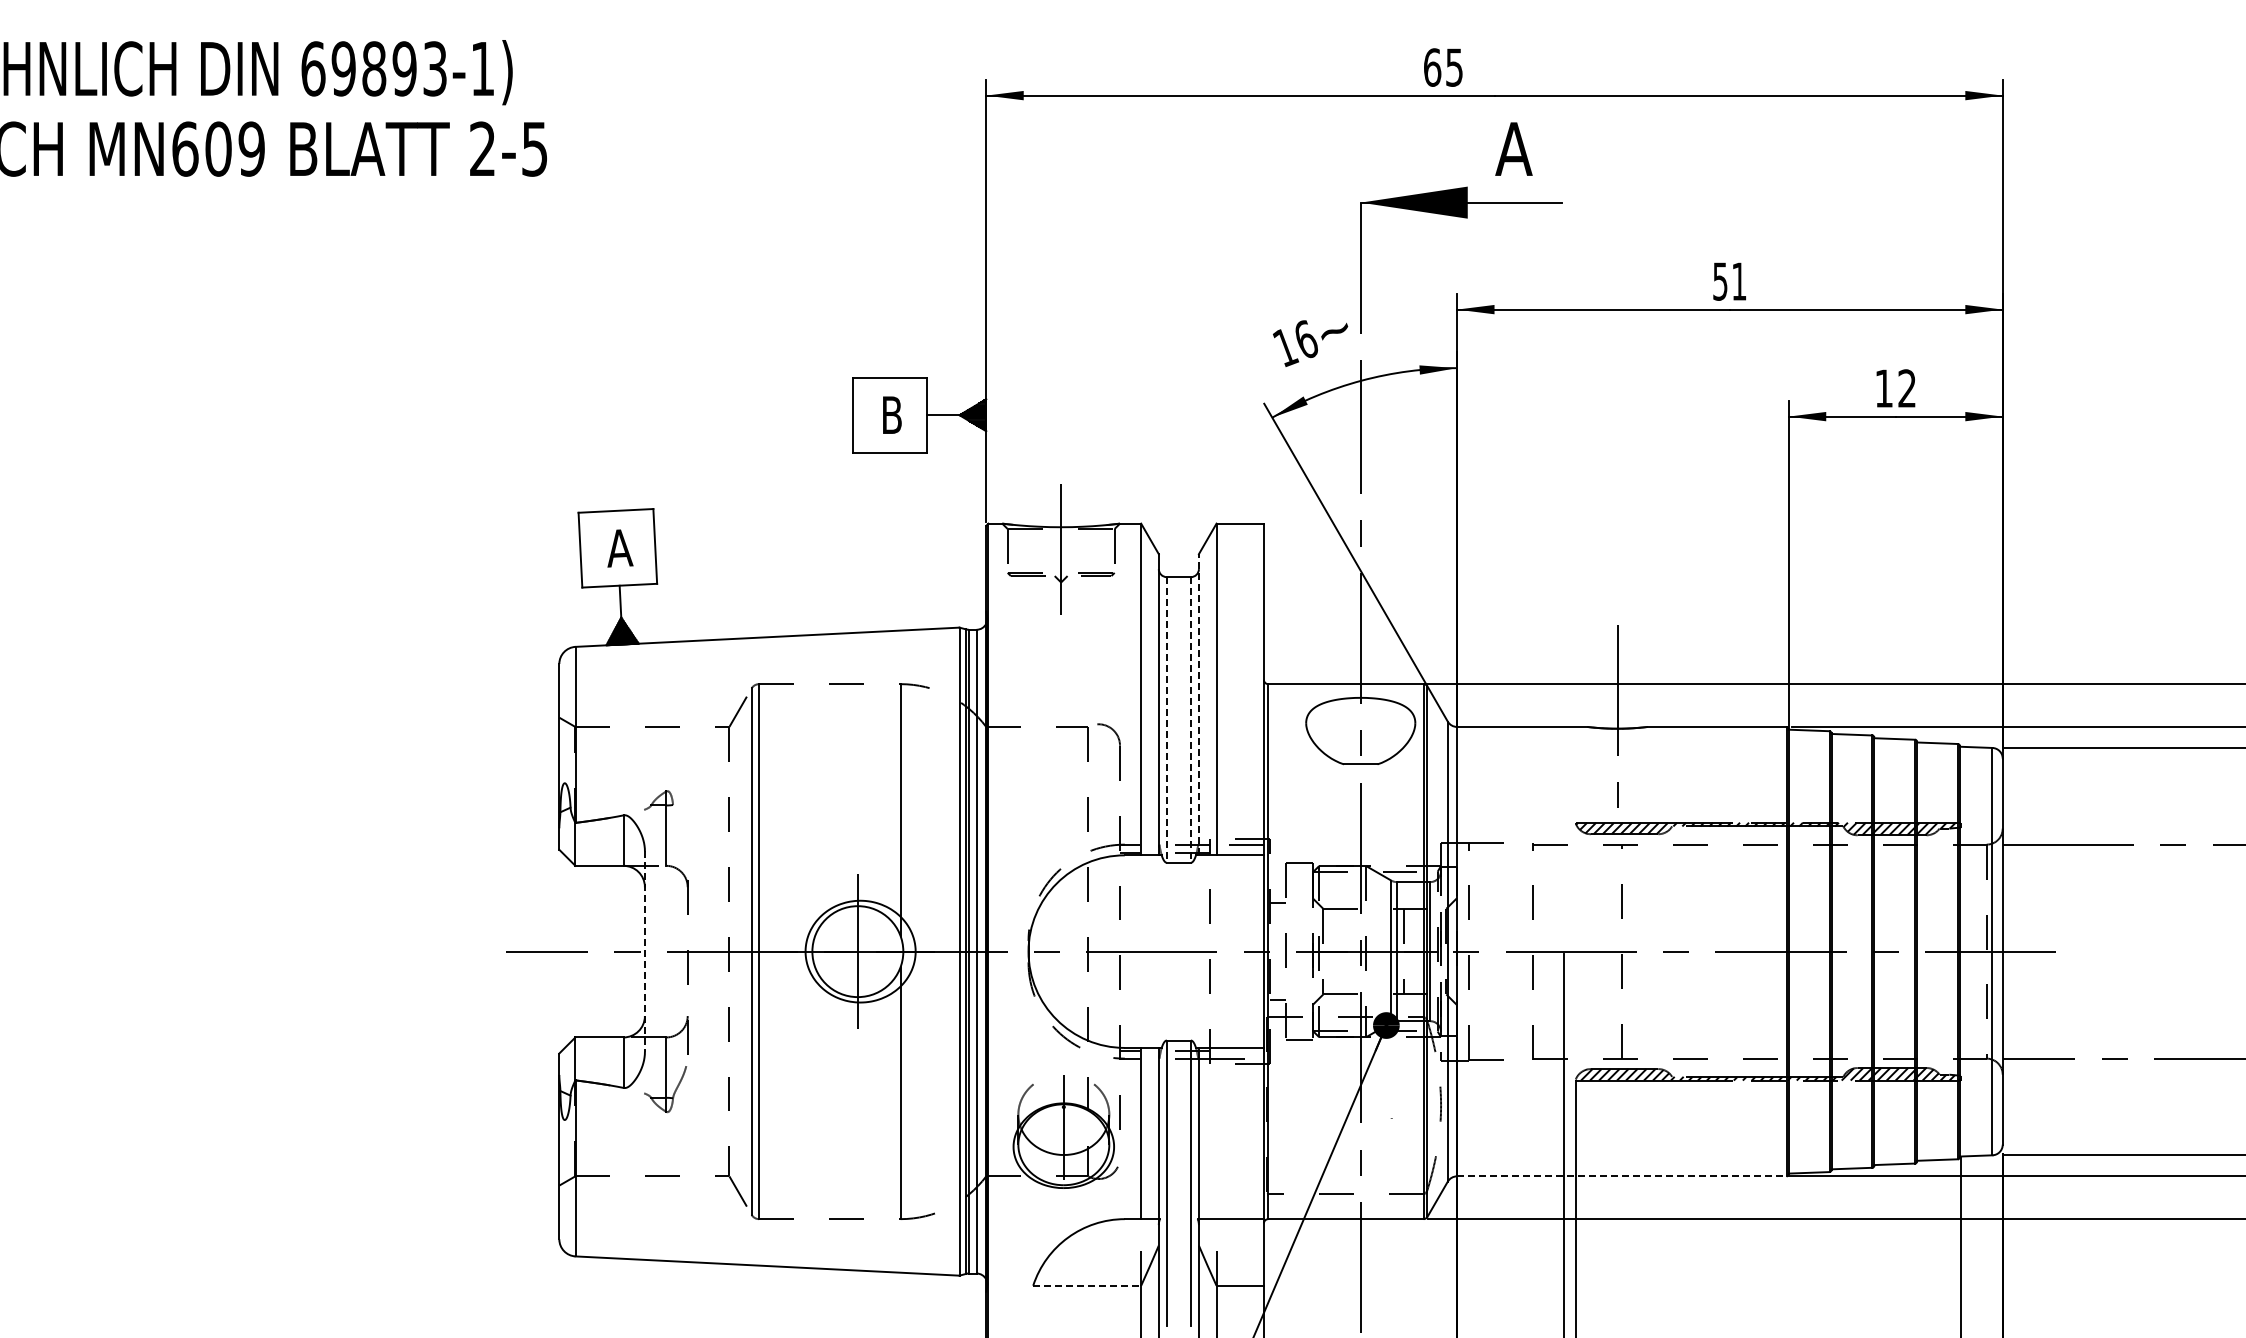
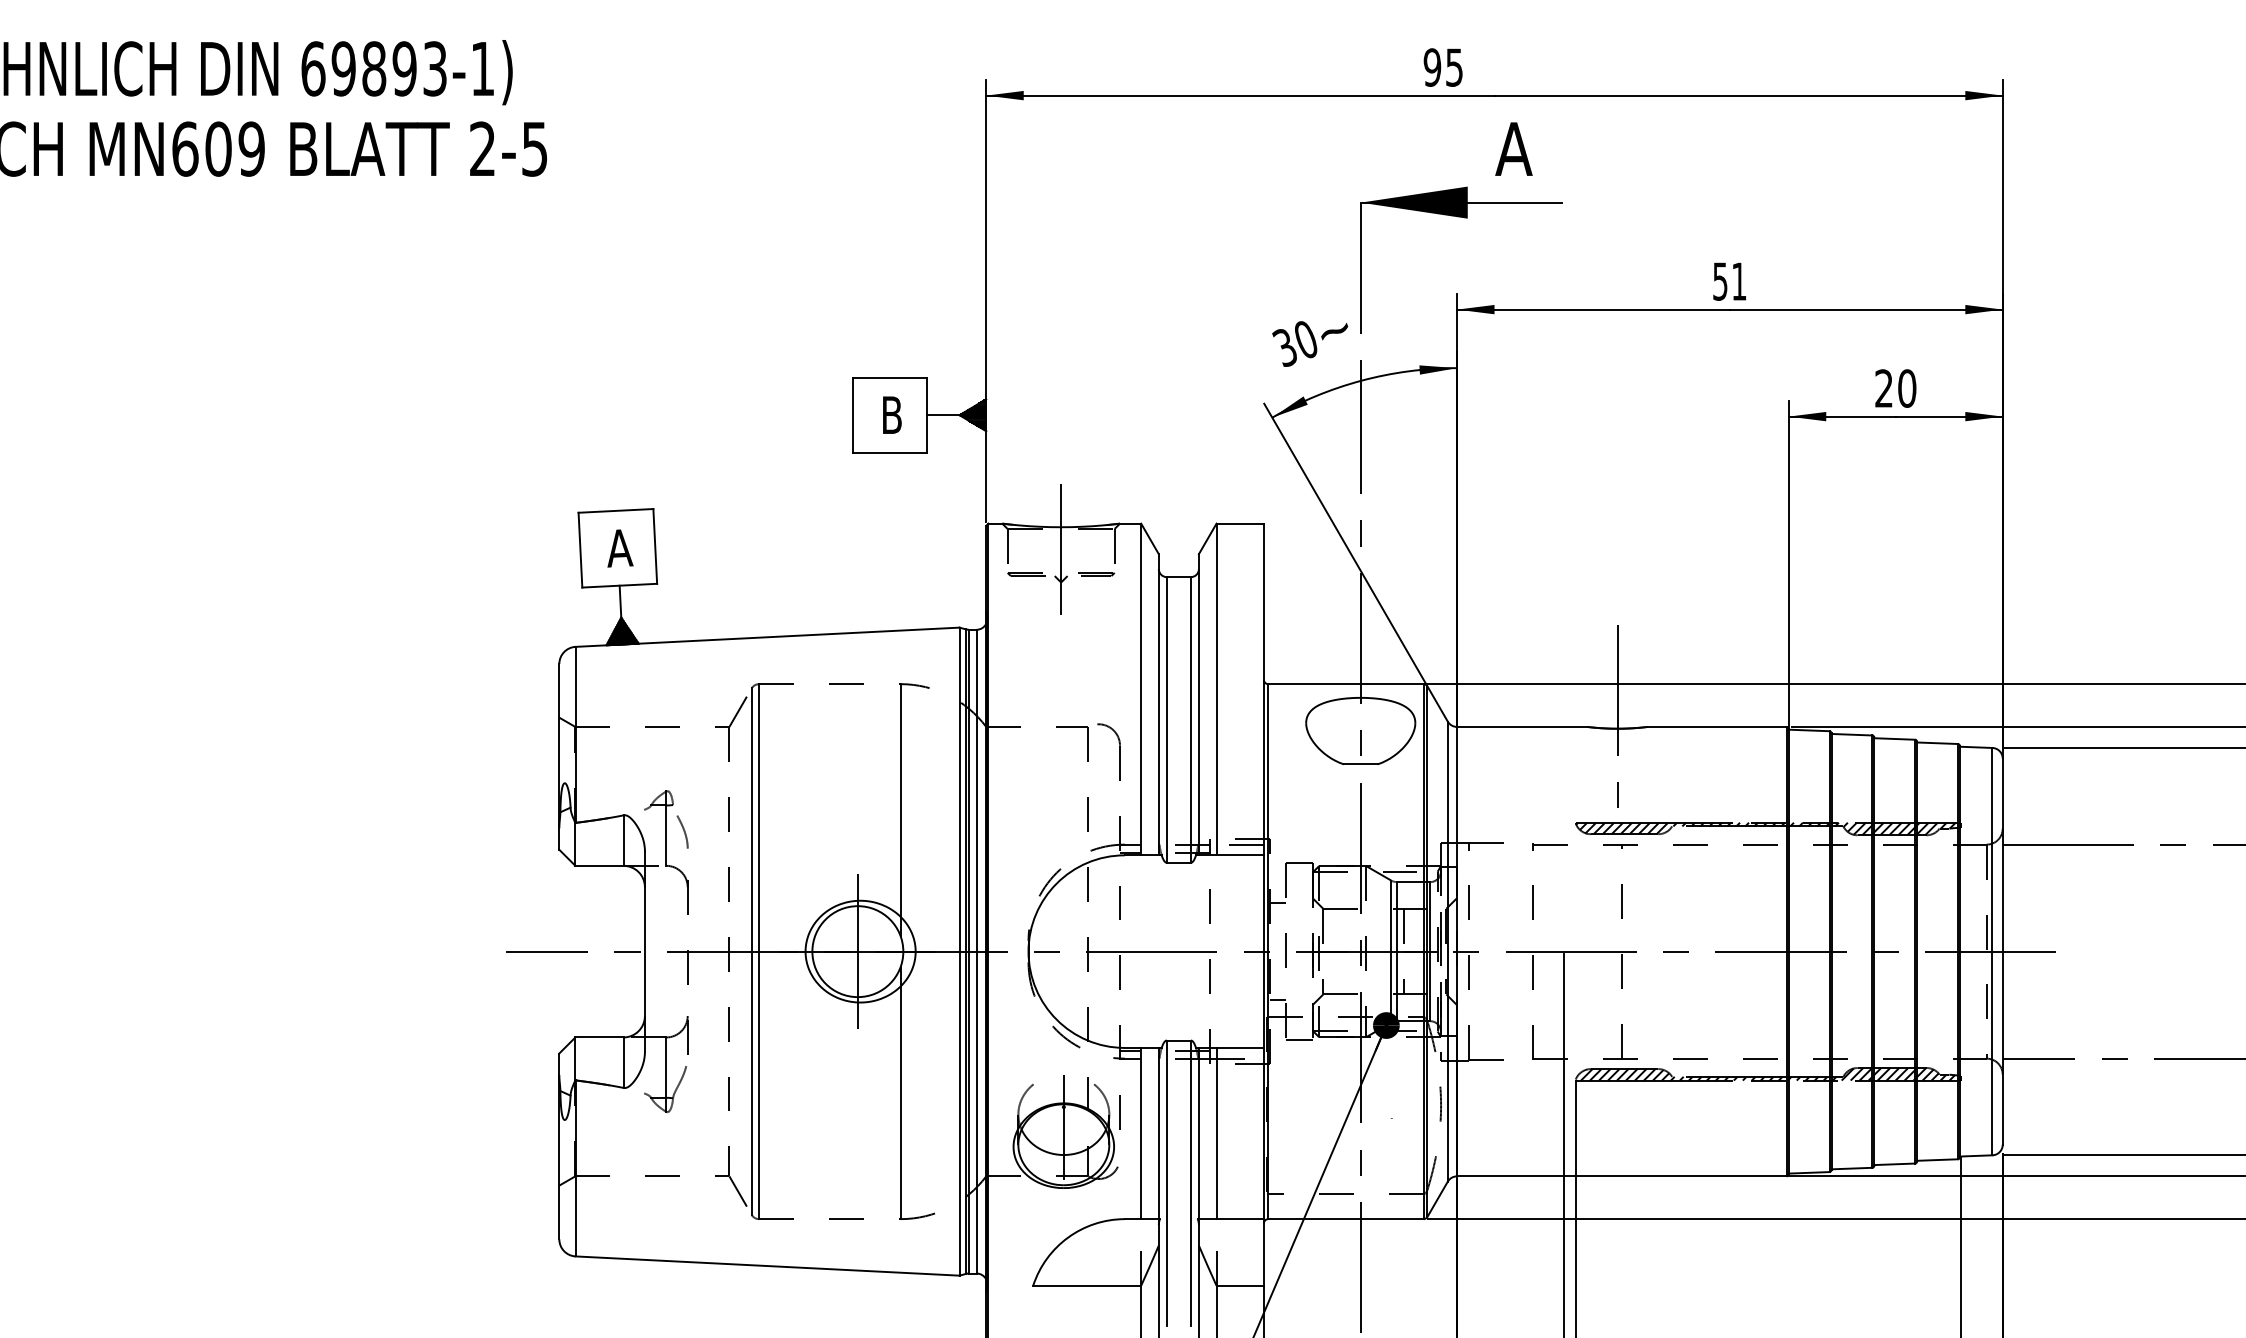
text at (1432, 67): 65 -> 95
text at (1294, 343): 16 -> 30
text at (1895, 388): 12 -> 20
line at (1198, 704): dashed -> solid
line at (1166, 719): dashed -> solid
line at (1190, 719): dashed -> solid
curve at (683, 831): none -> present
line at (644, 952): dashed -> solid
line at (1216, 1133): none -> present
line at (1621, 1176): dashed -> solid
line at (1087, 1285): dashed -> solid
